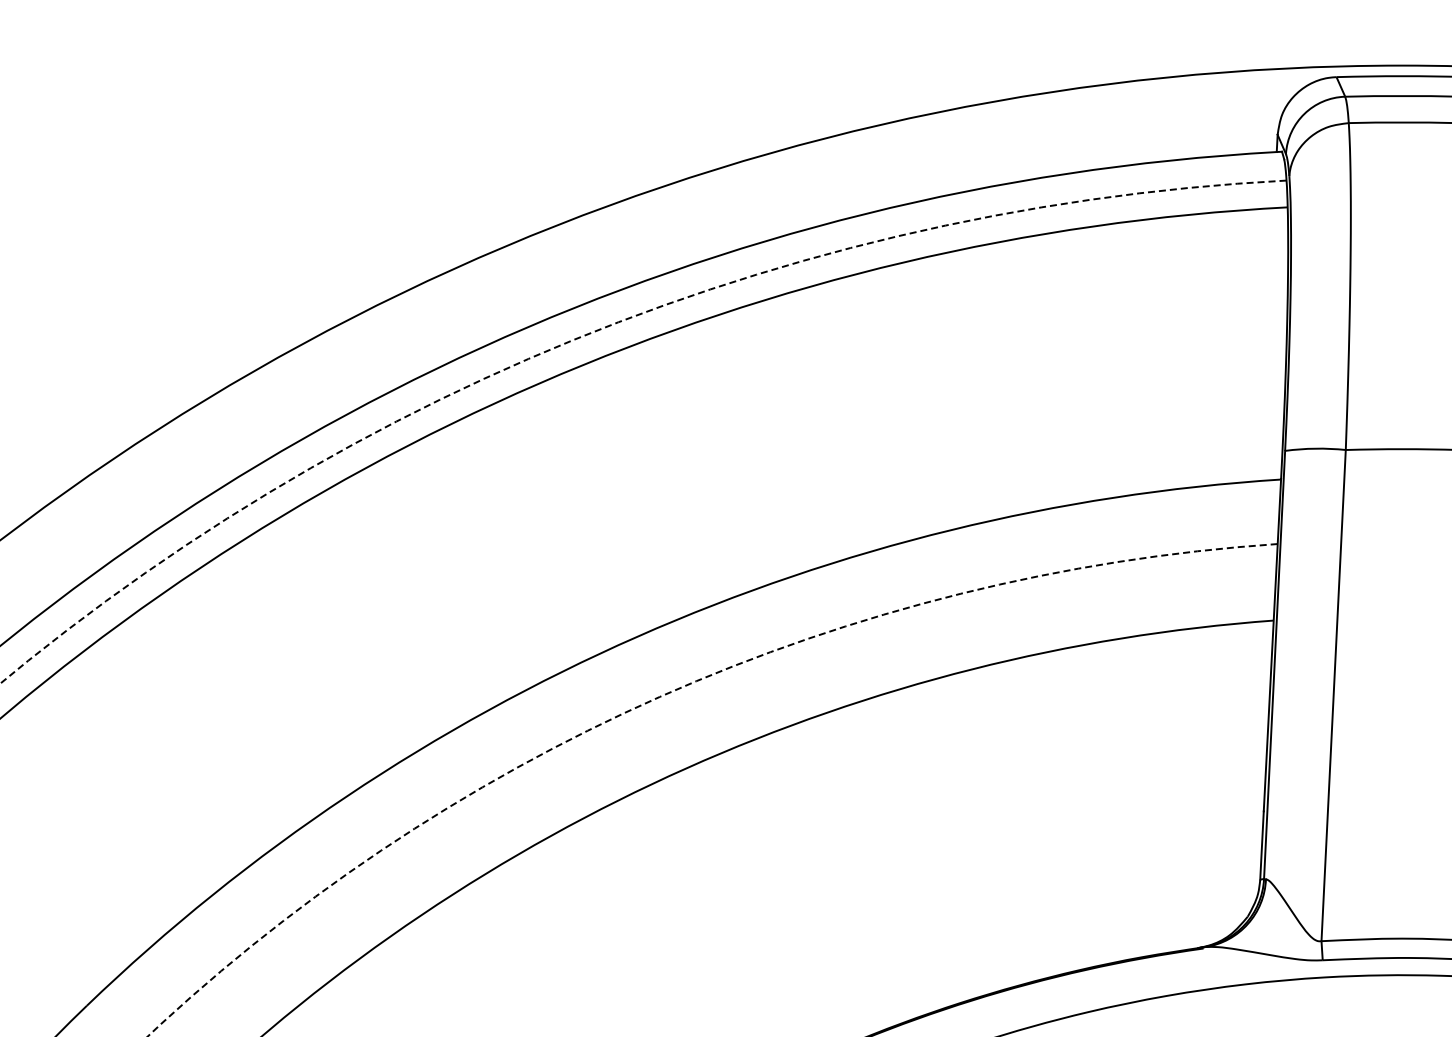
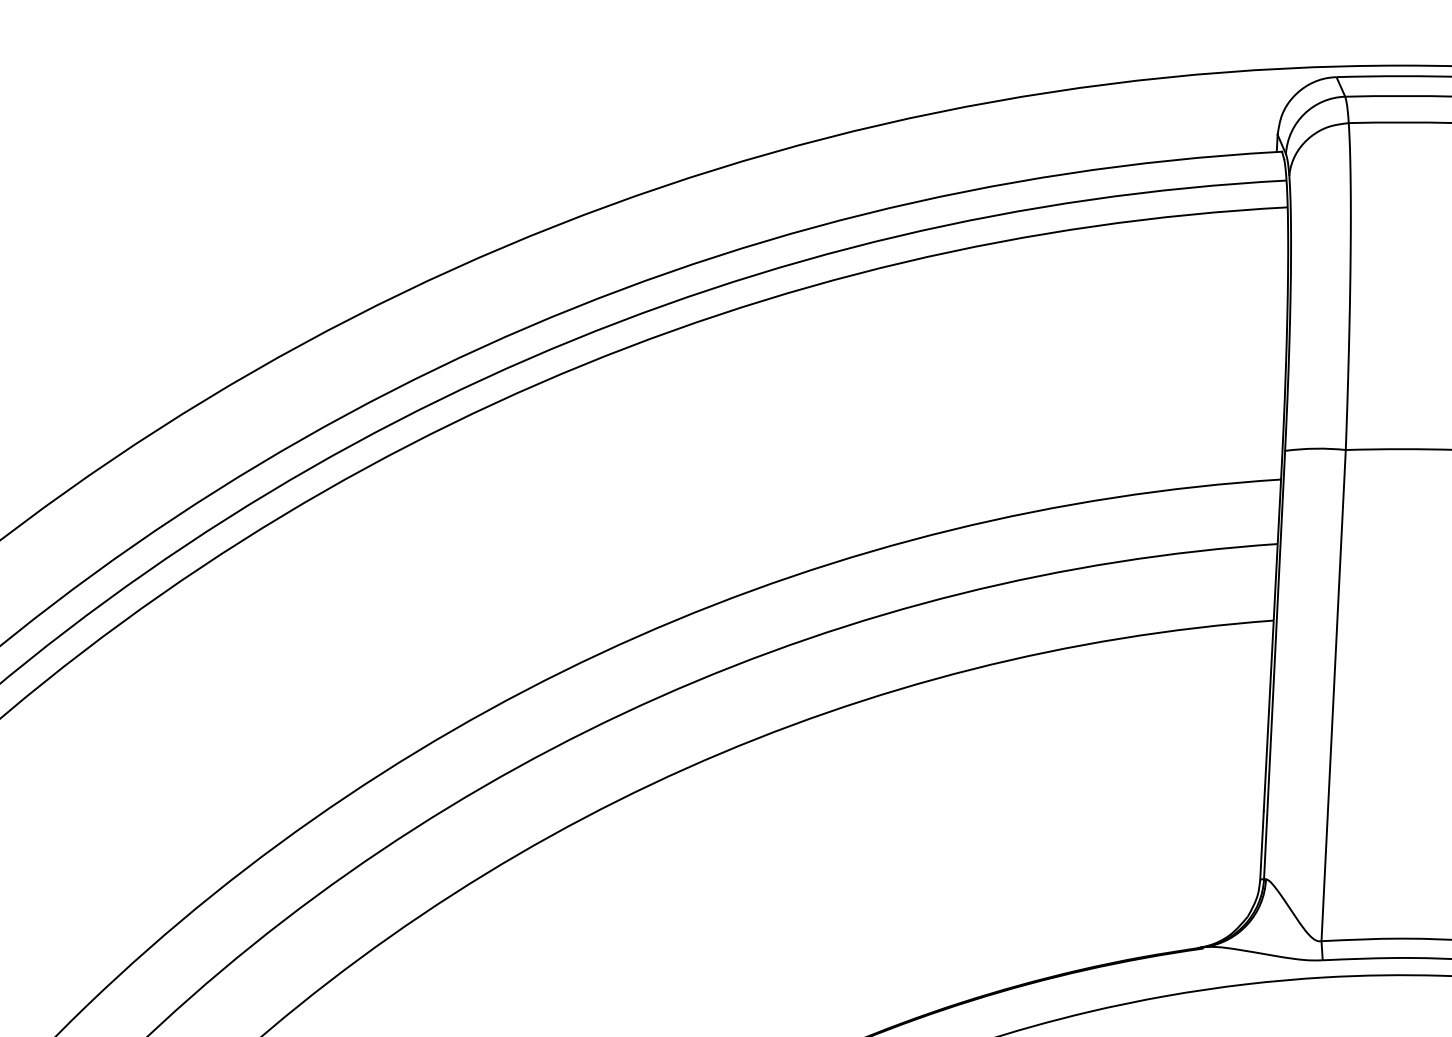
arc at (601, 328): dashed -> solid
arc at (669, 692): dashed -> solid
